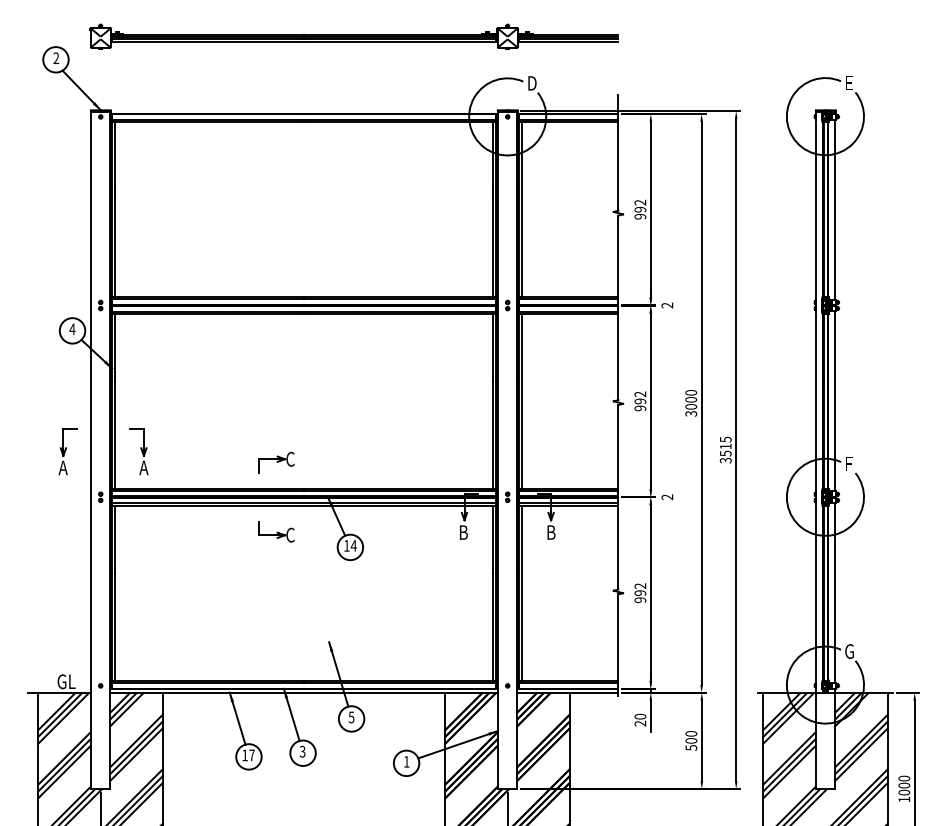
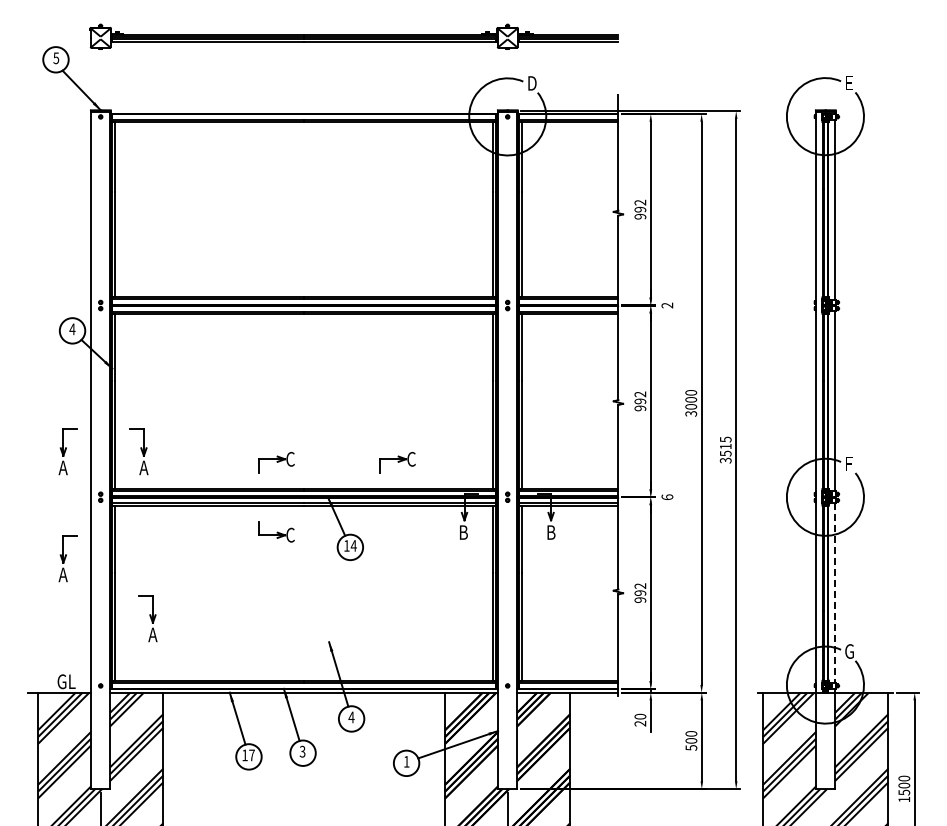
text at (56, 58): 2 -> 5
part at (397, 462): none -> present
text at (667, 497): 2 -> 6
part at (67, 558): none -> present
line at (835, 593): solid -> dashed
part at (147, 618): none -> present
text at (351, 717): 5 -> 4
text at (904, 792): 1000 -> 1500
